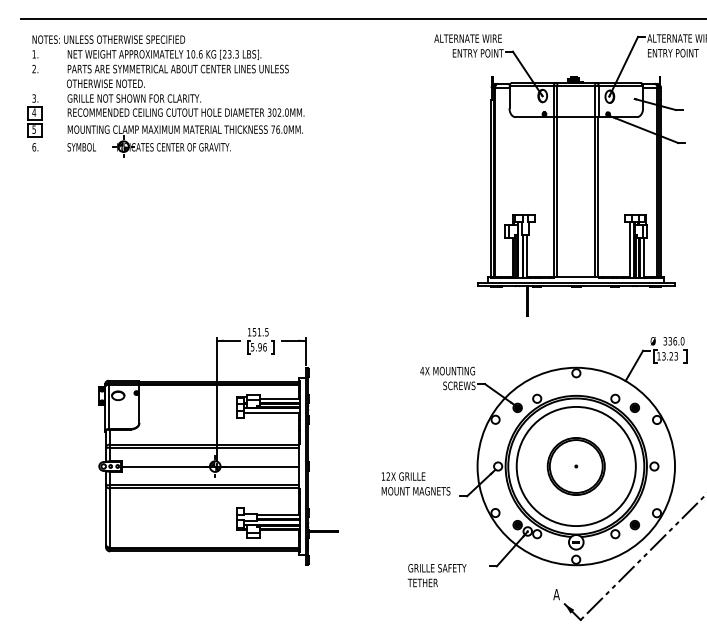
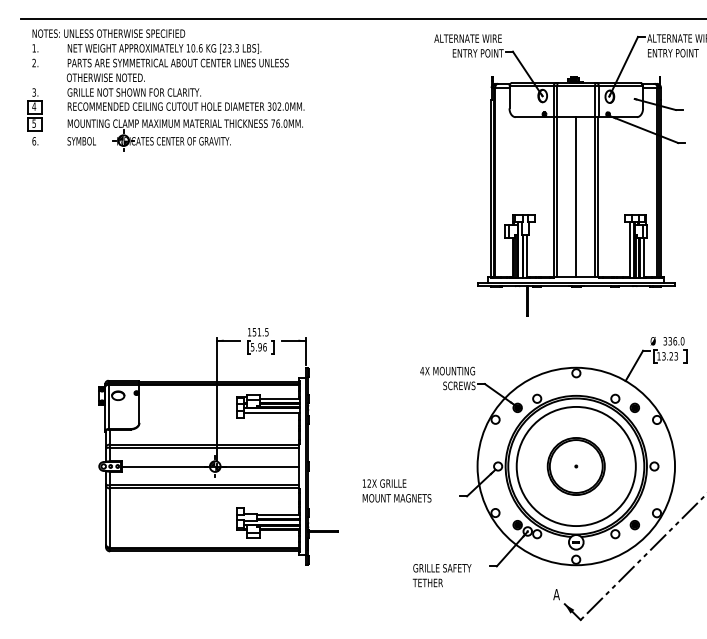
part at (165, 96) position: (165, 96) -> (165, 90)
line at (576, 196): none -> present
text at (415, 483) position: (415, 483) -> (396, 490)
text at (436, 575) position: (436, 575) -> (441, 575)
